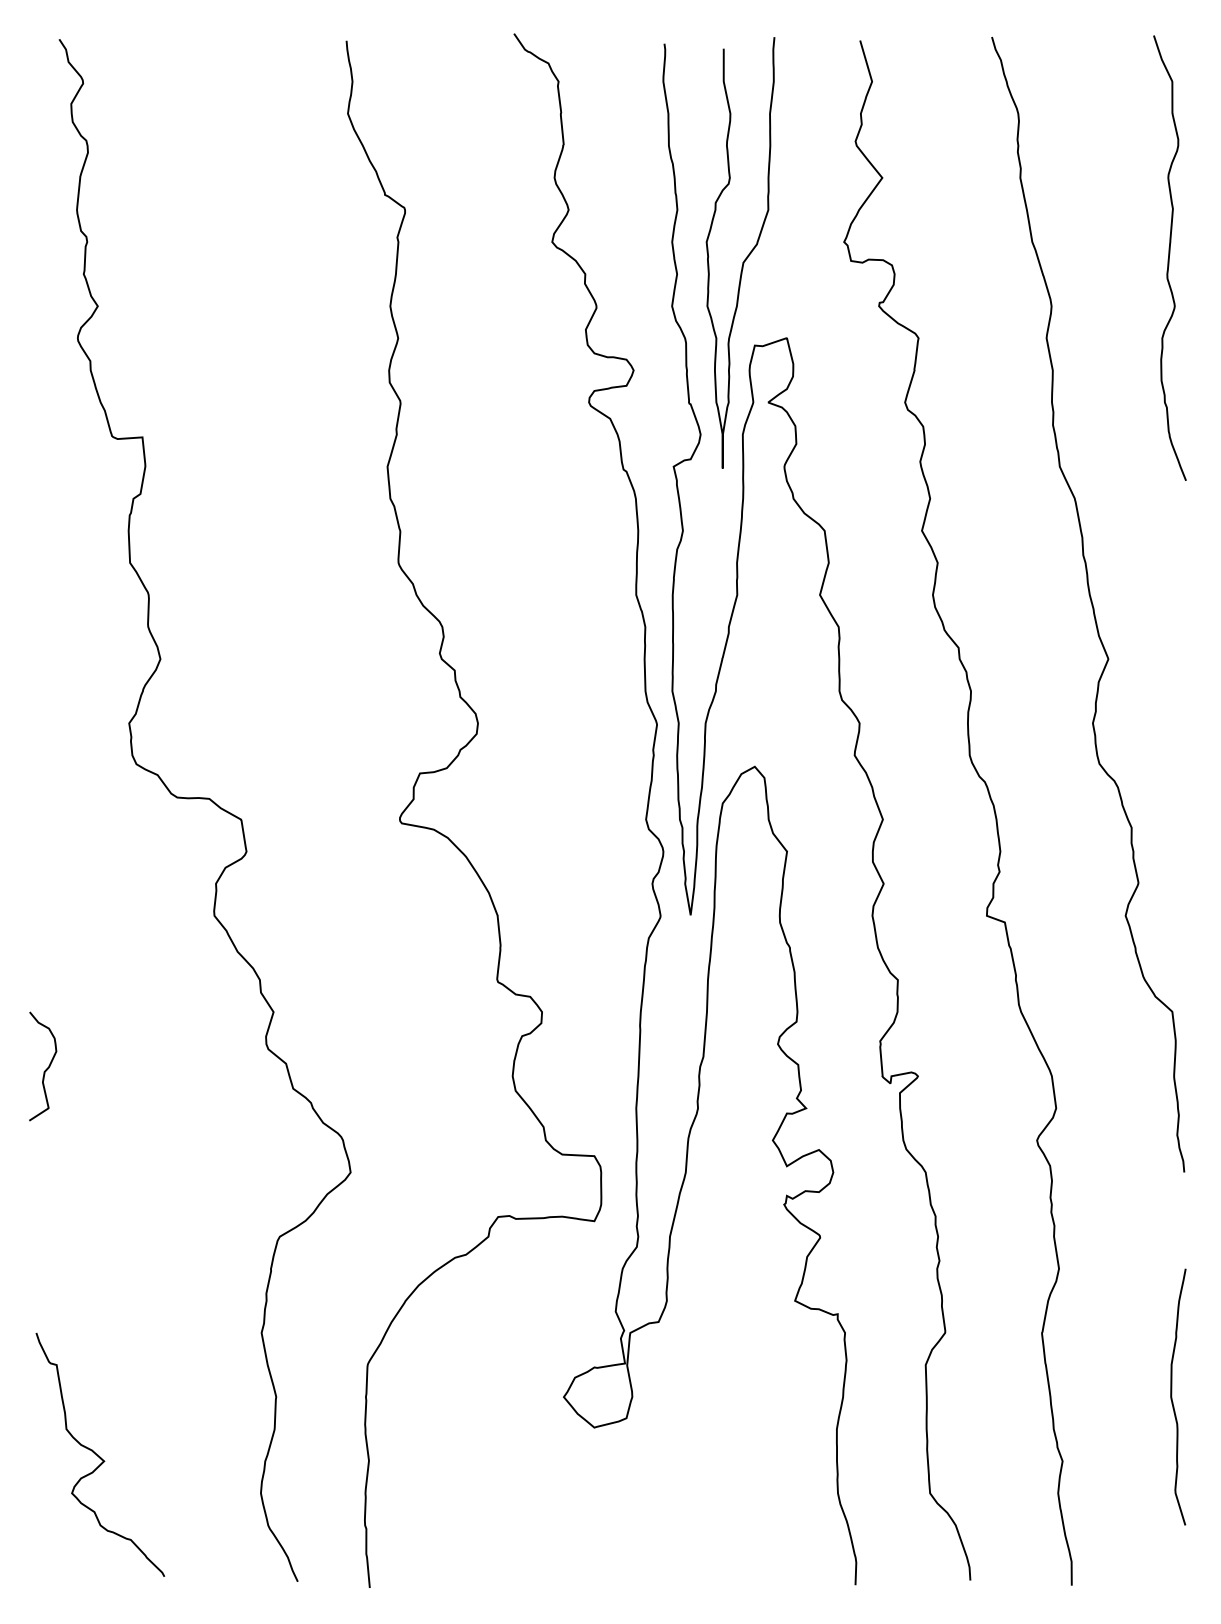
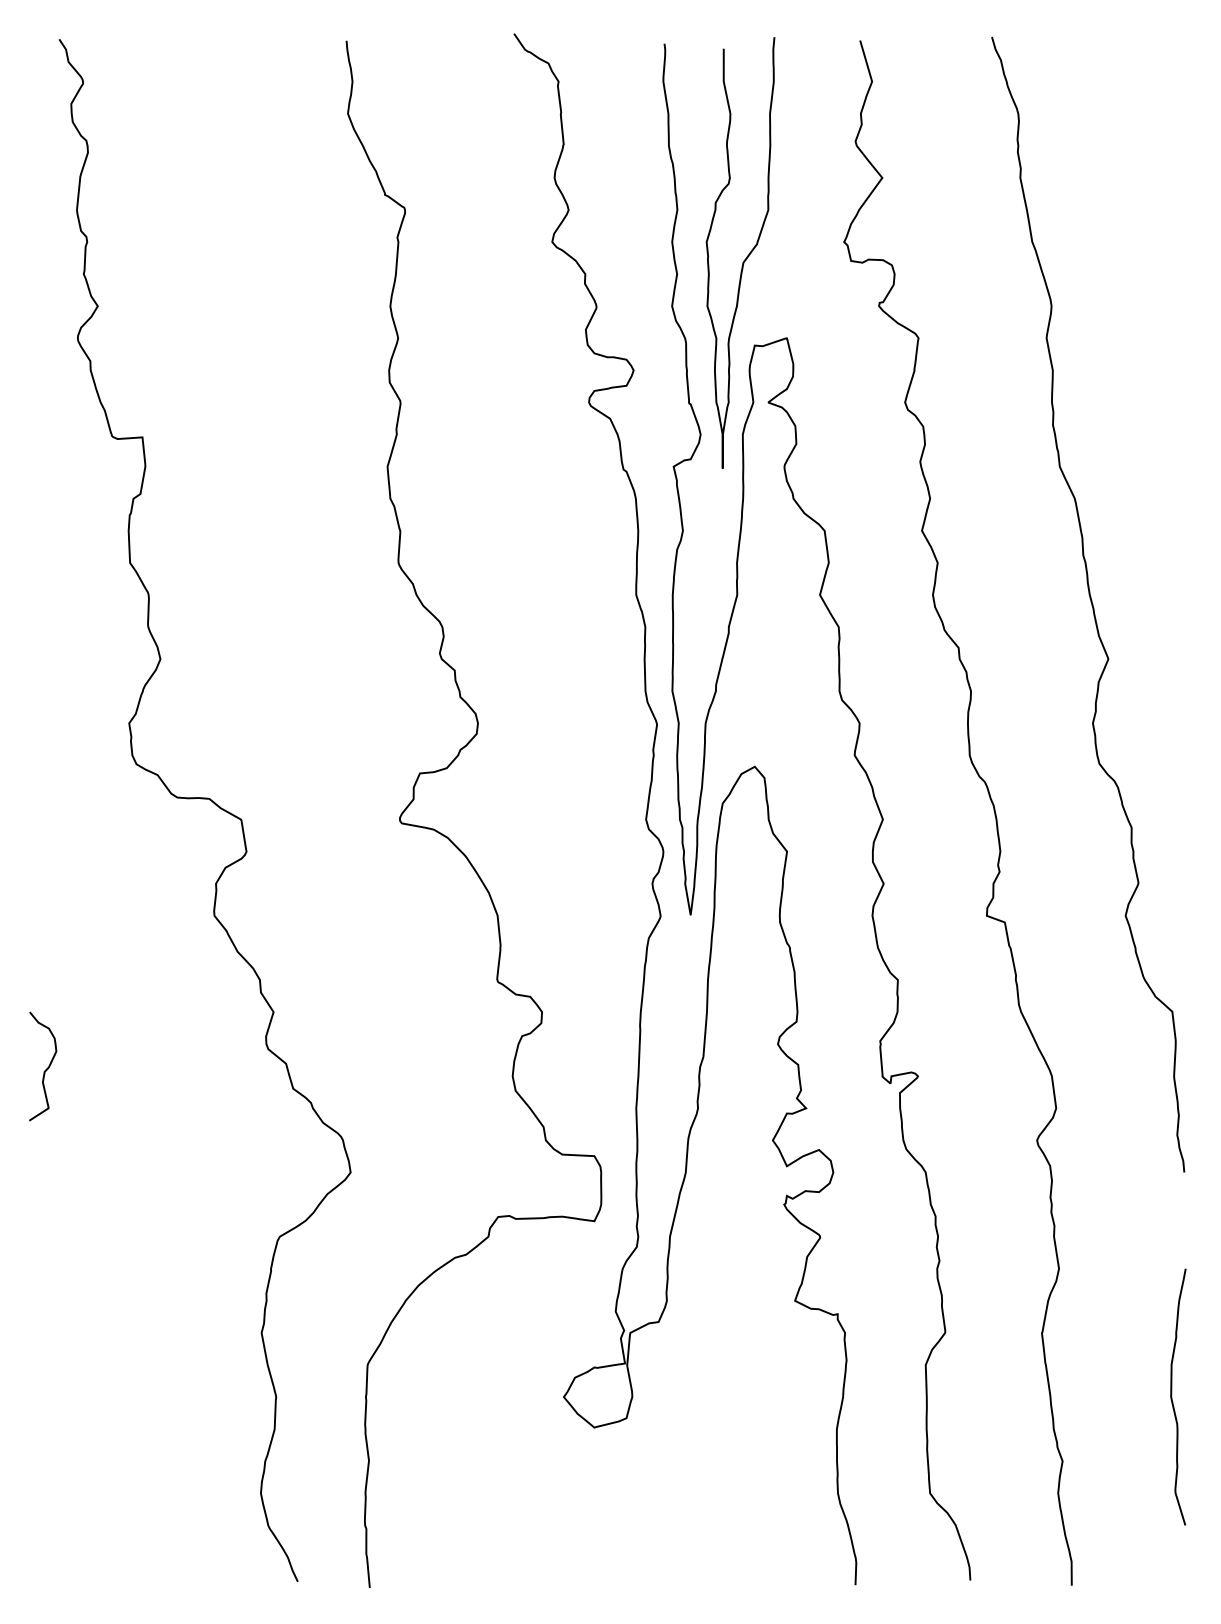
curve at (1169, 257): present -> none
curve at (99, 1455): present -> none
